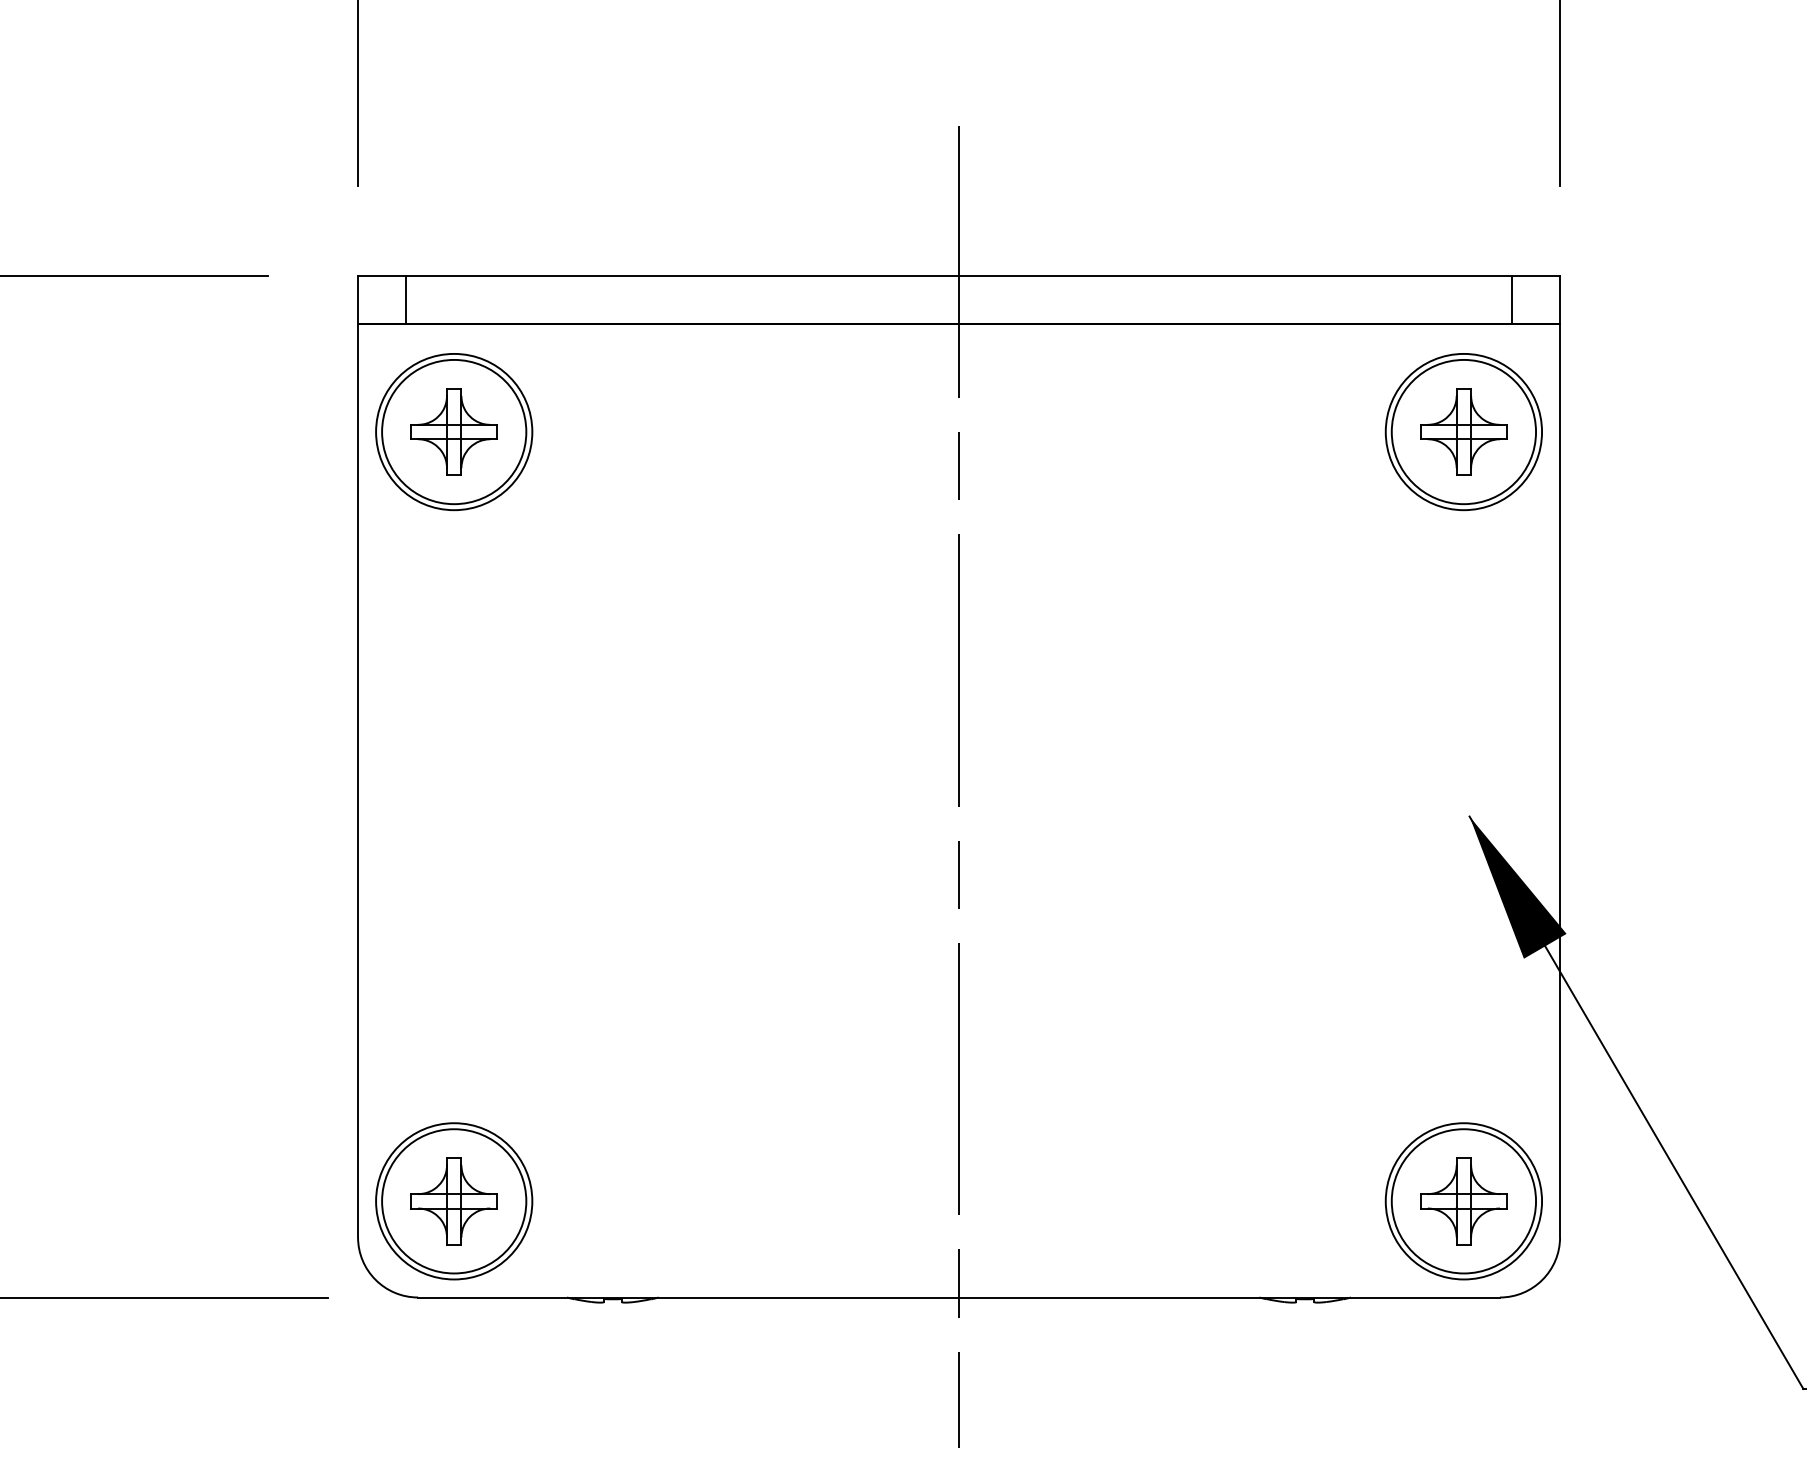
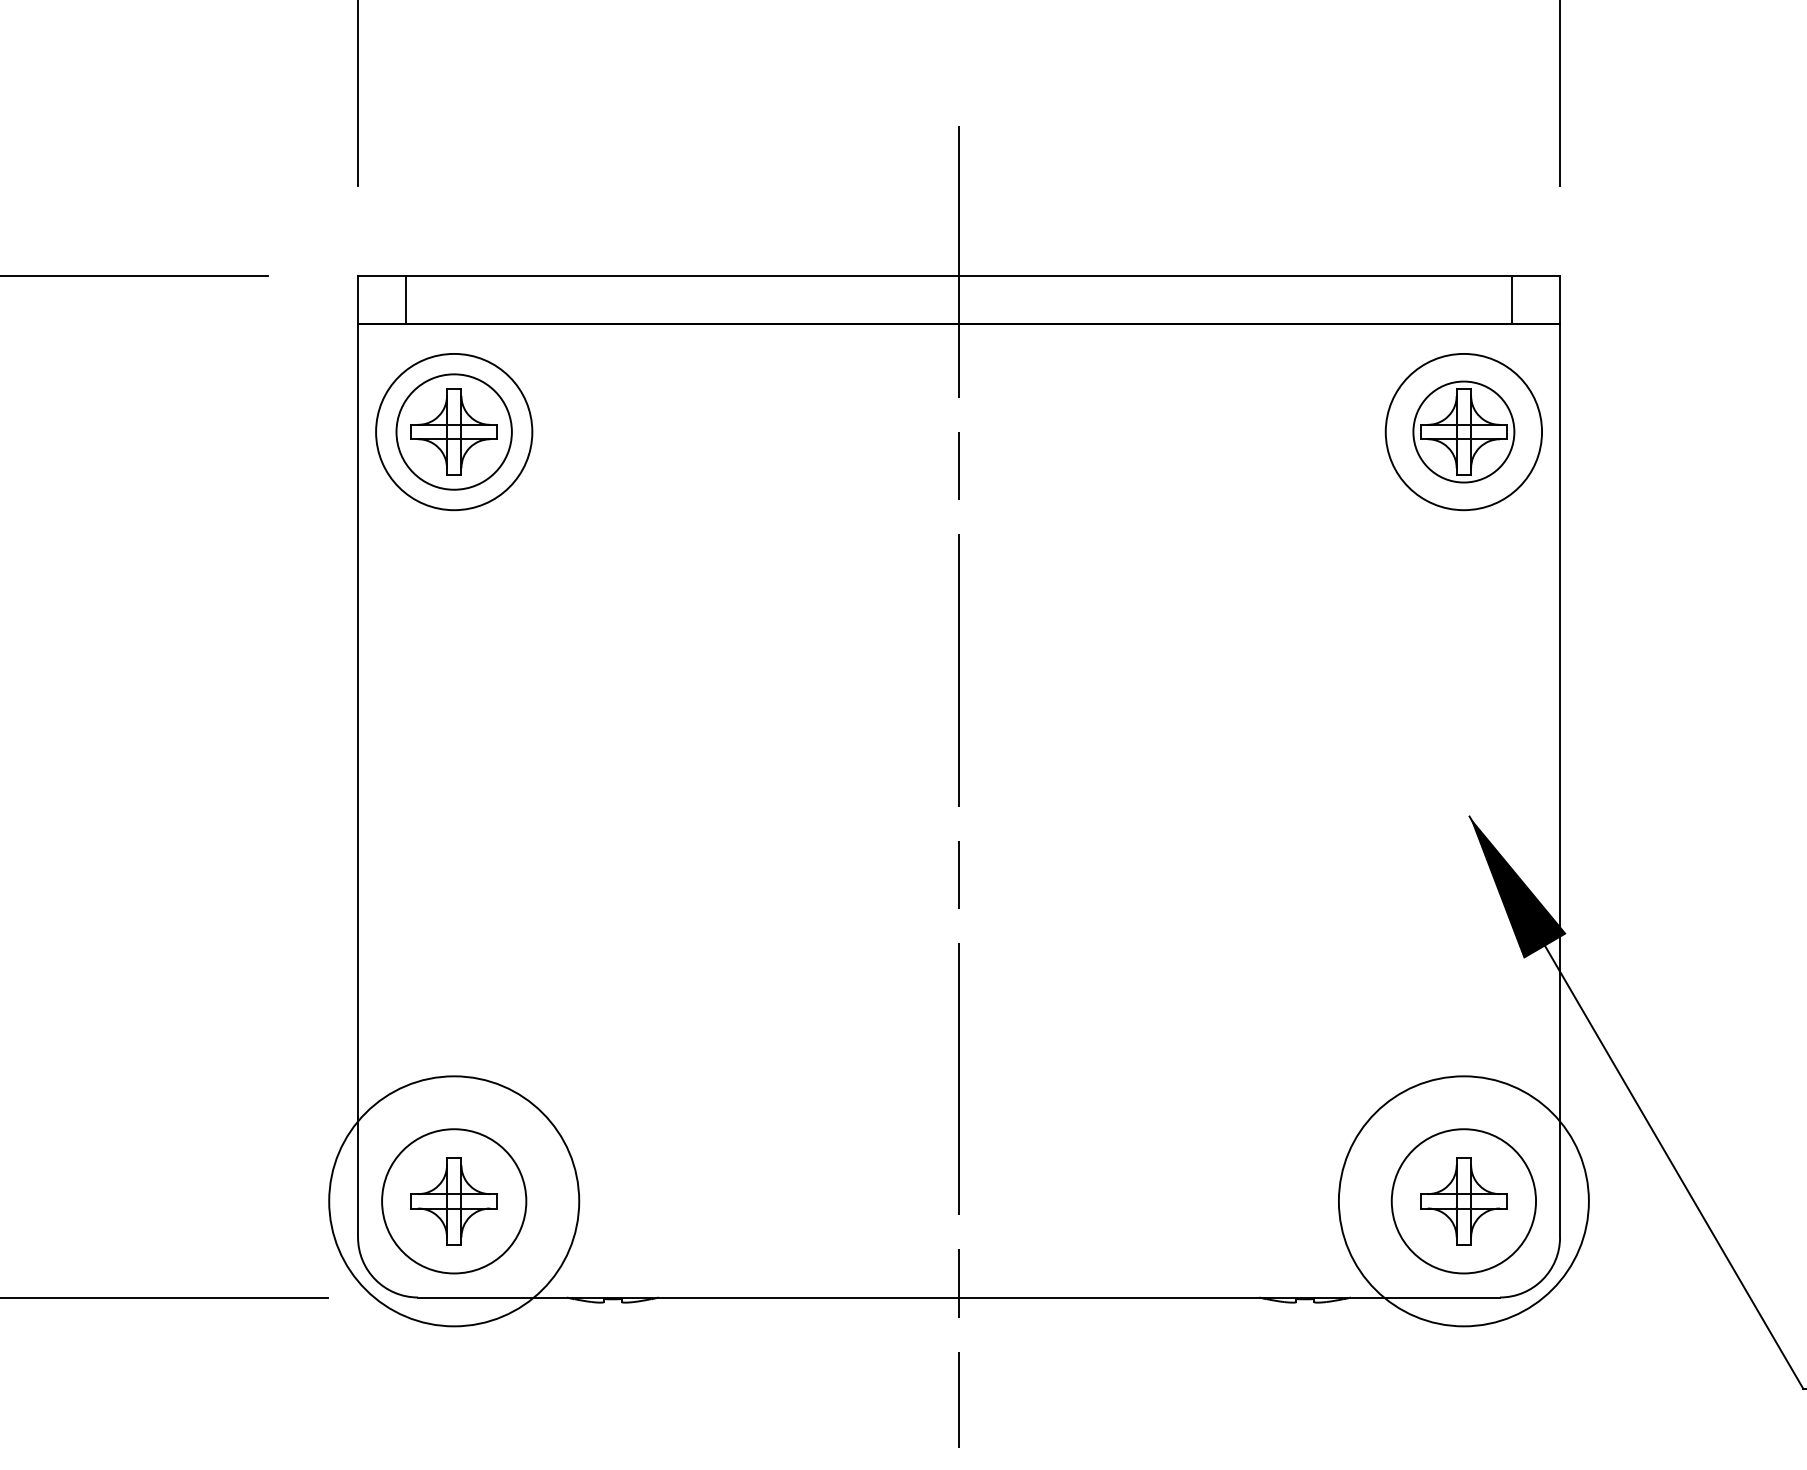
circle at (454, 431) diameter: 144 px -> 115 px
circle at (1463, 431) diameter: 144 px -> 101 px
circle at (454, 1201) diameter: 156 px -> 250 px
circle at (1463, 1201) diameter: 156 px -> 250 px
